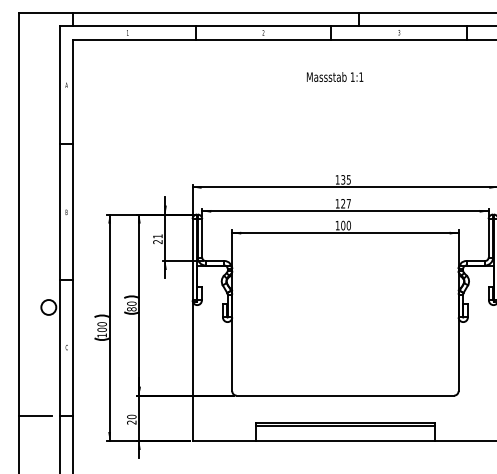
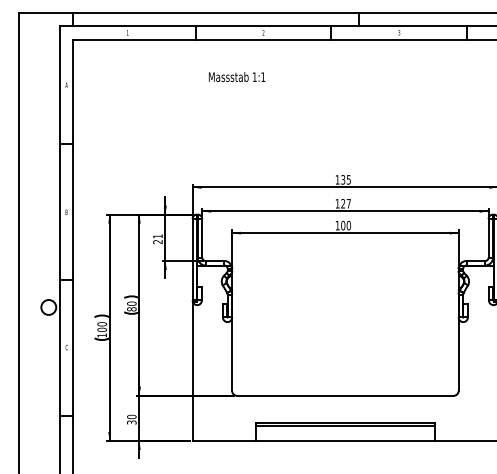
text at (335, 76) position: (335, 76) -> (237, 76)
line at (34, 416): present -> none
text at (131, 422): 20 -> 30
